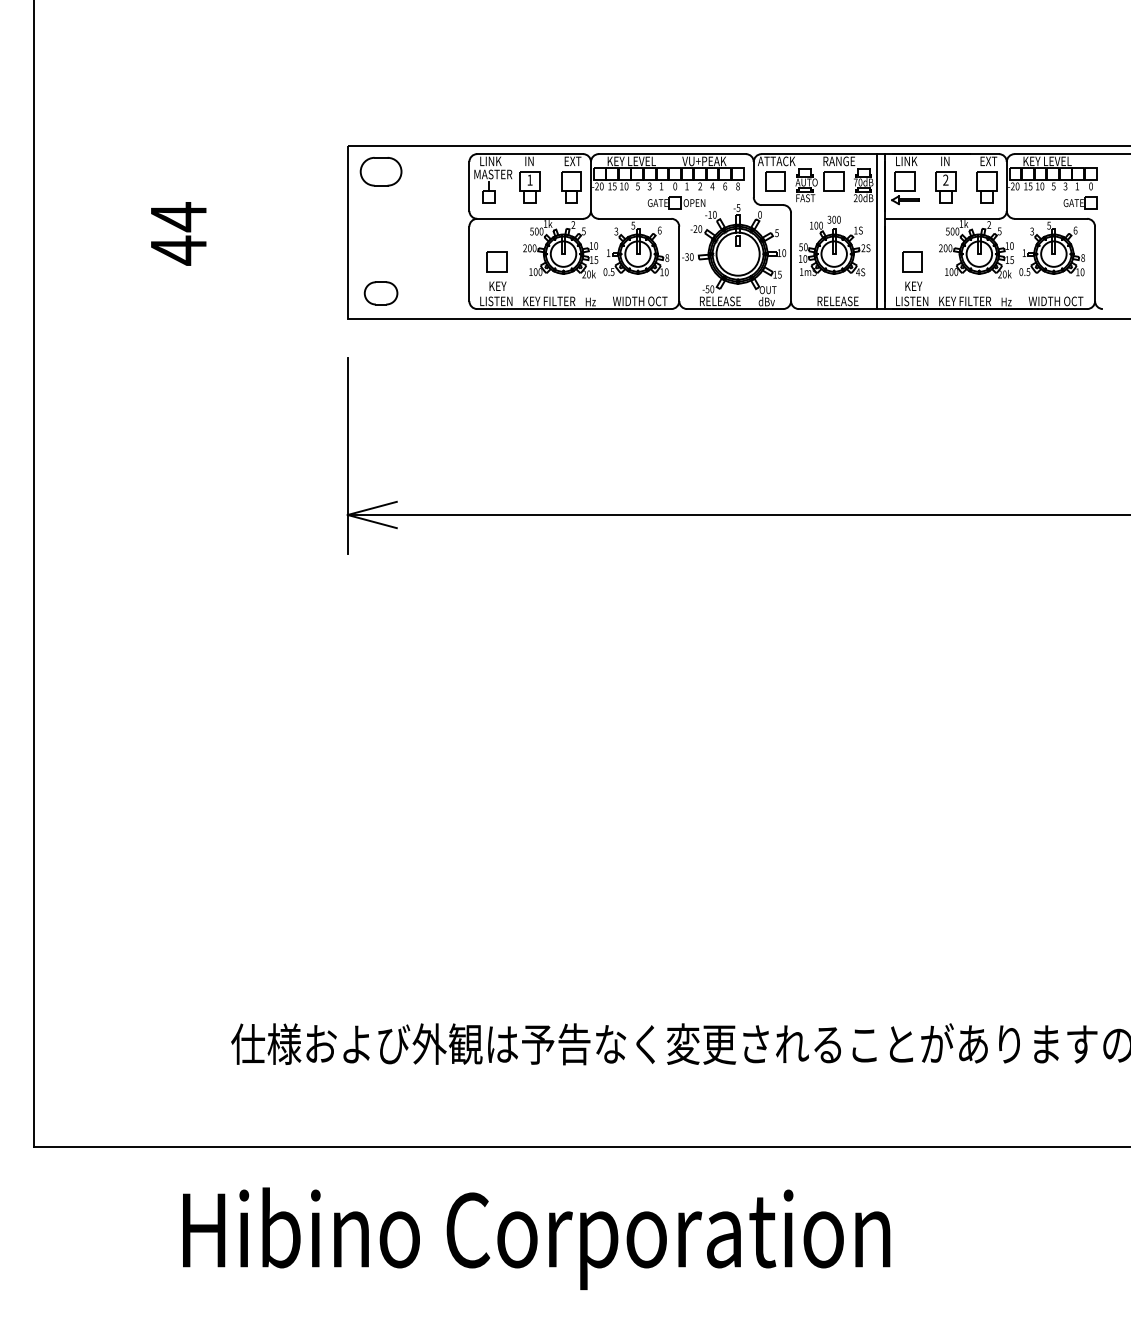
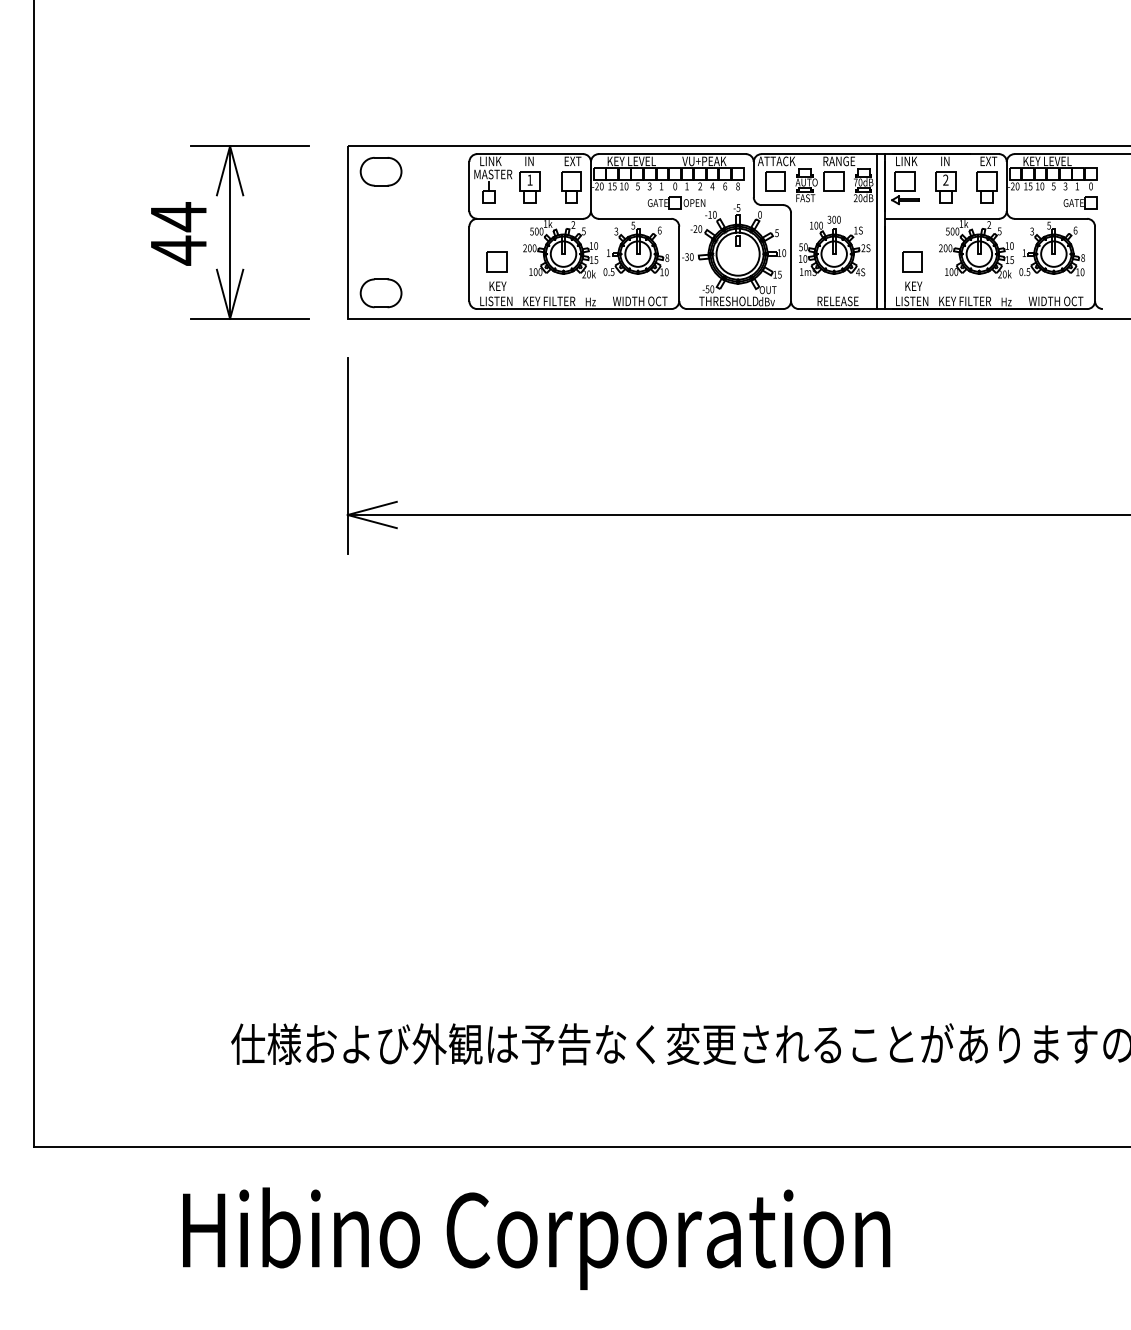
part at (230, 232): none -> present
part at (380, 293) size: 36x25 px -> 44x31 px
text at (728, 301): RELEASE -> THRESHOLD
